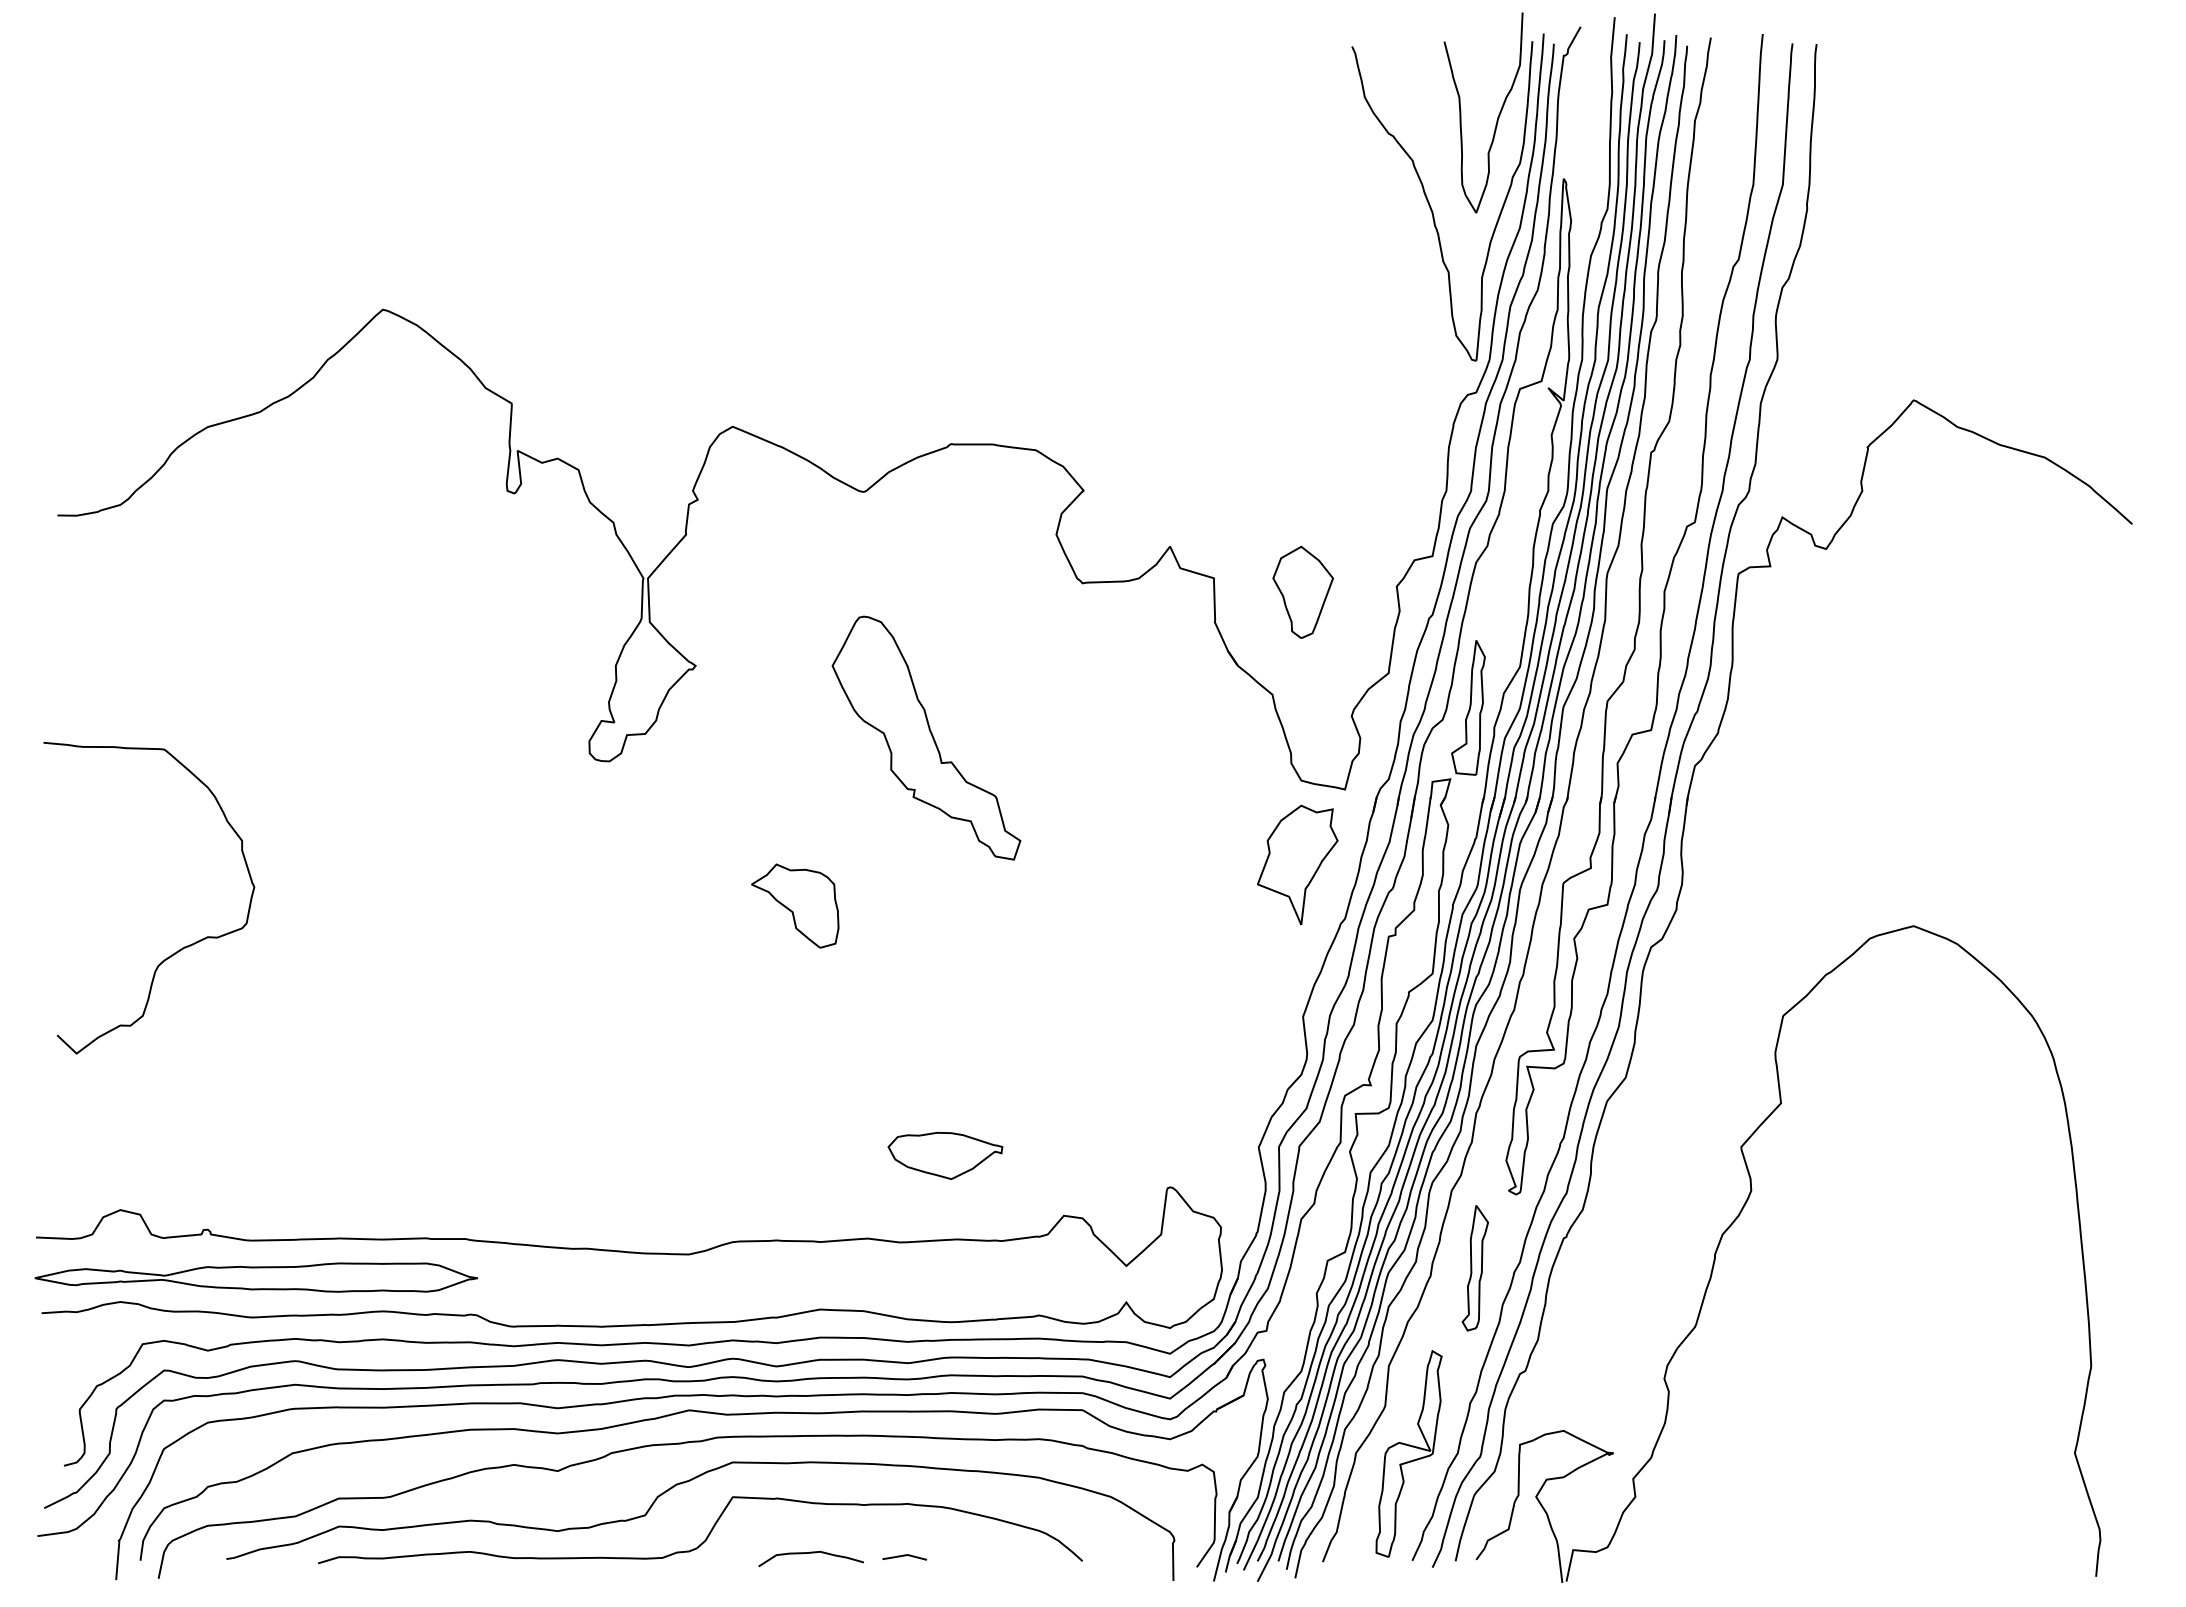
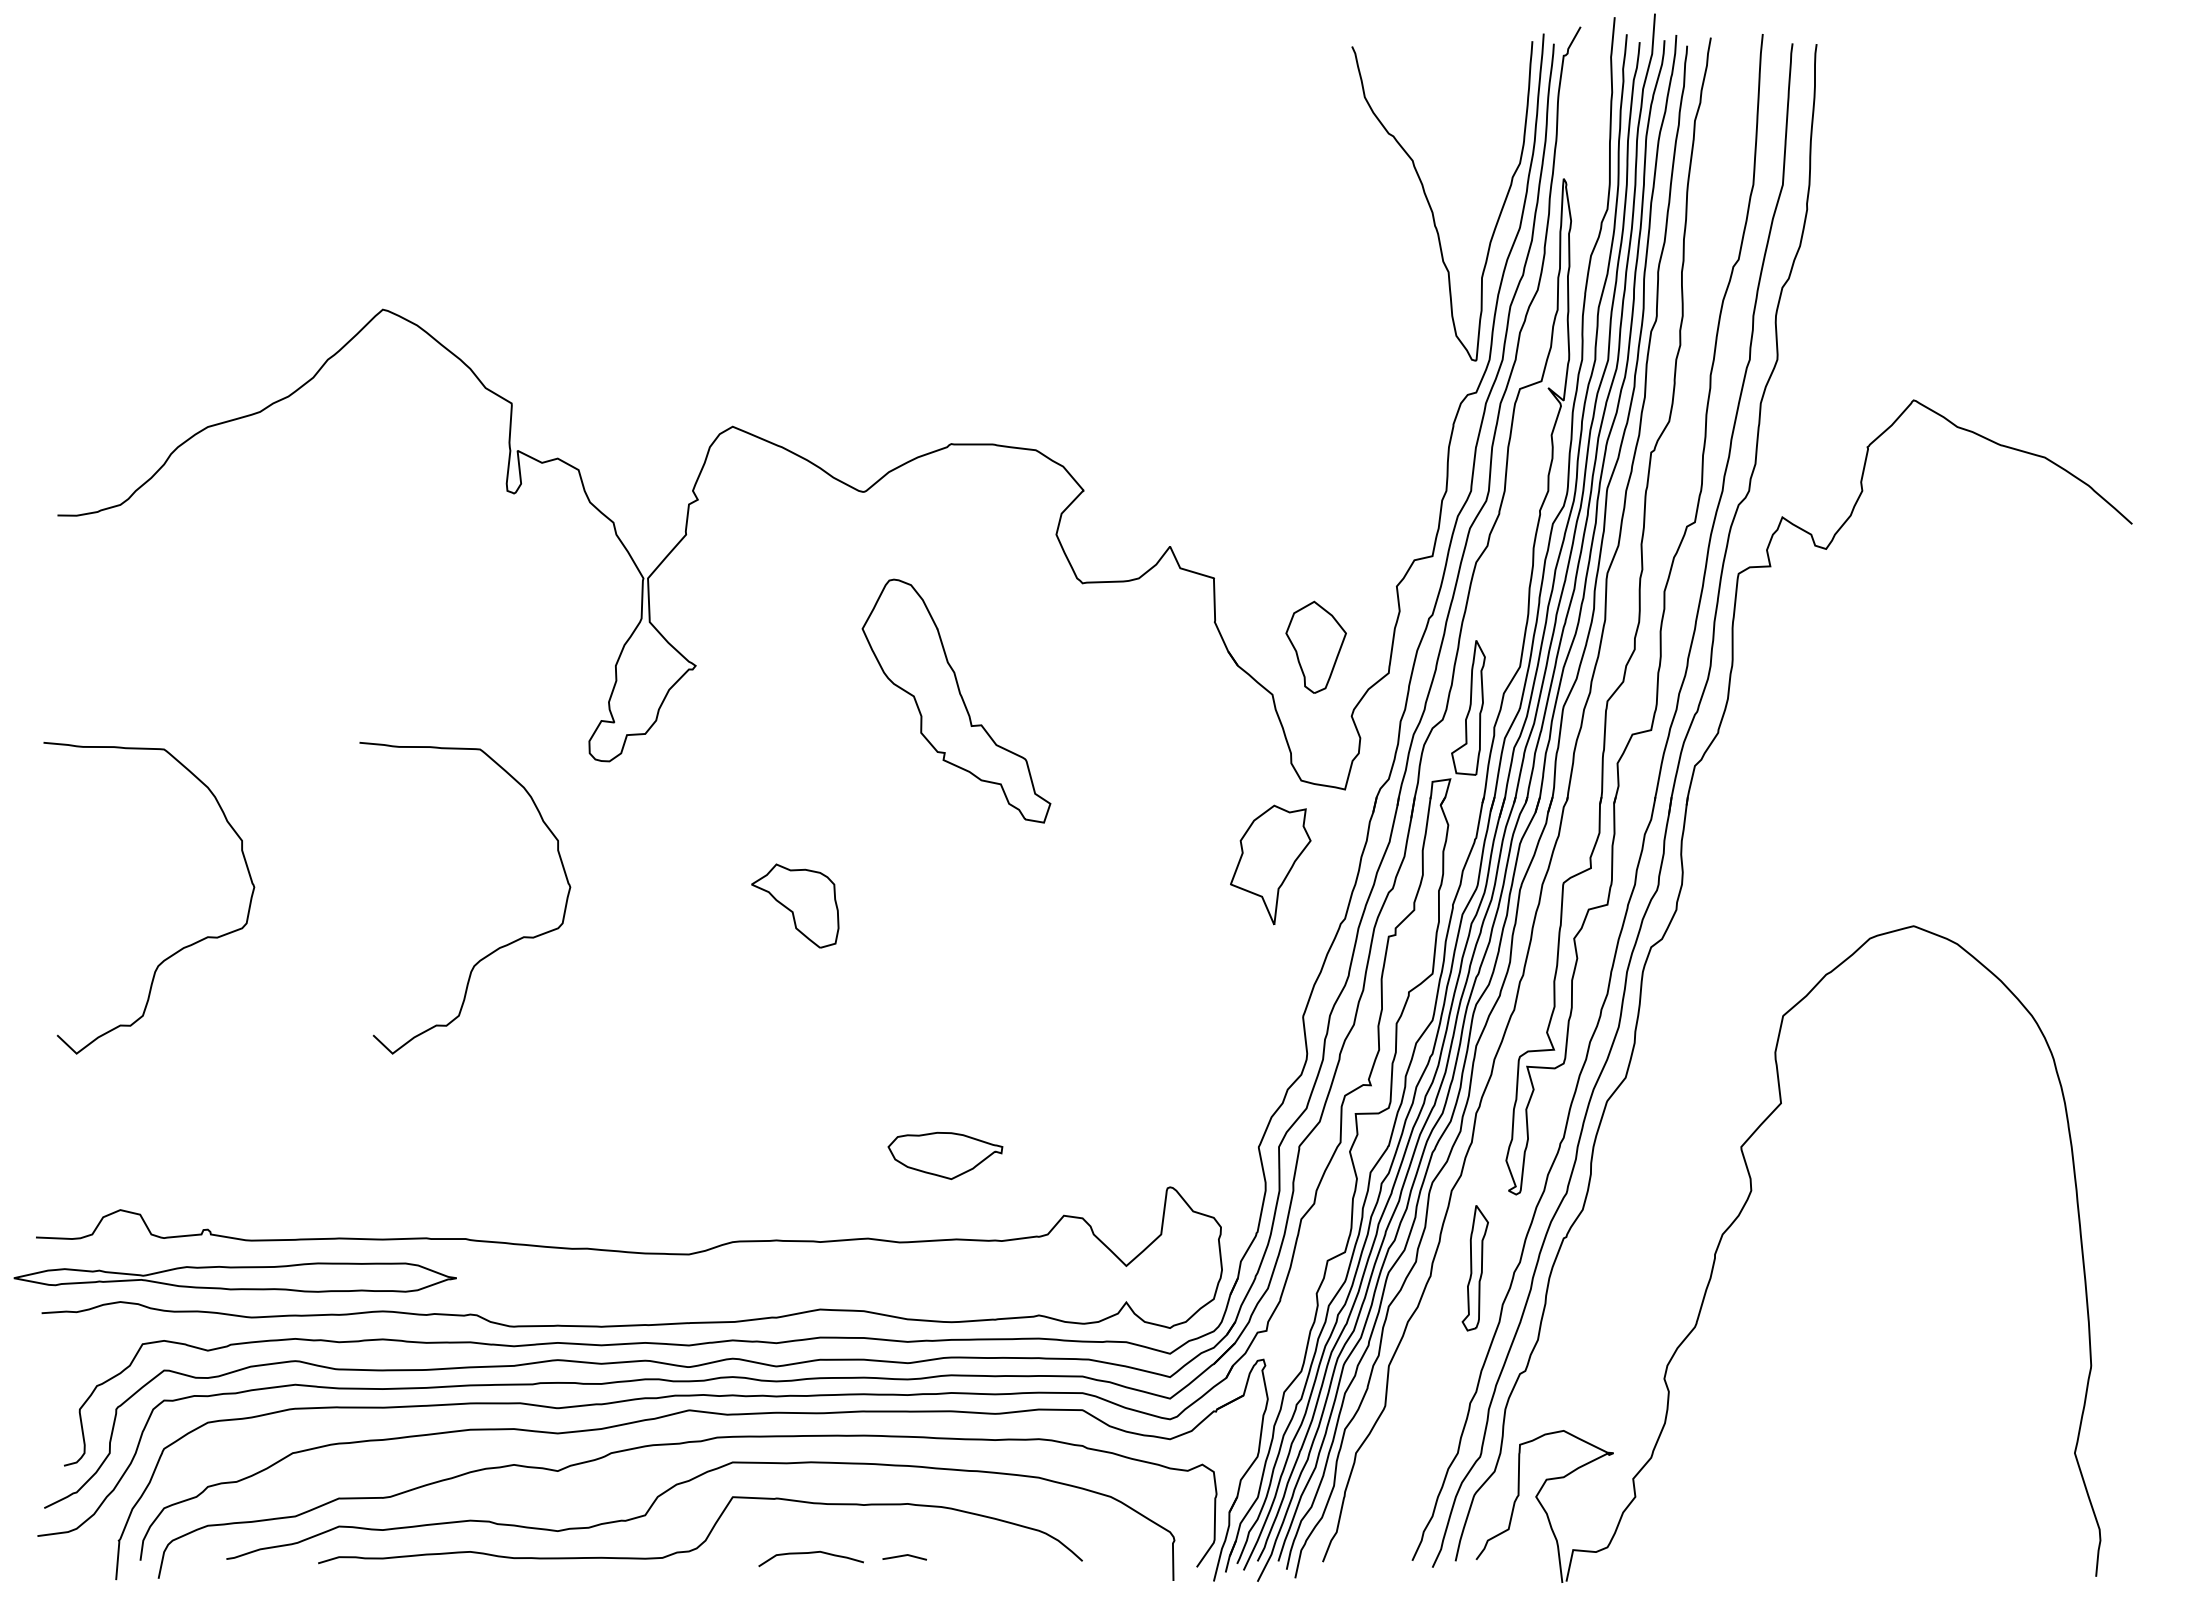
curve at (1497, 117): present -> none
part at (1302, 591) position: (1302, 591) -> (1315, 646)
part at (926, 737) position: (926, 737) -> (956, 700)
part at (1297, 864) position: (1297, 864) -> (1270, 864)
curve at (498, 947): none -> present
part at (255, 1277) position: (255, 1277) -> (234, 1277)
part at (1408, 1453): present -> none
